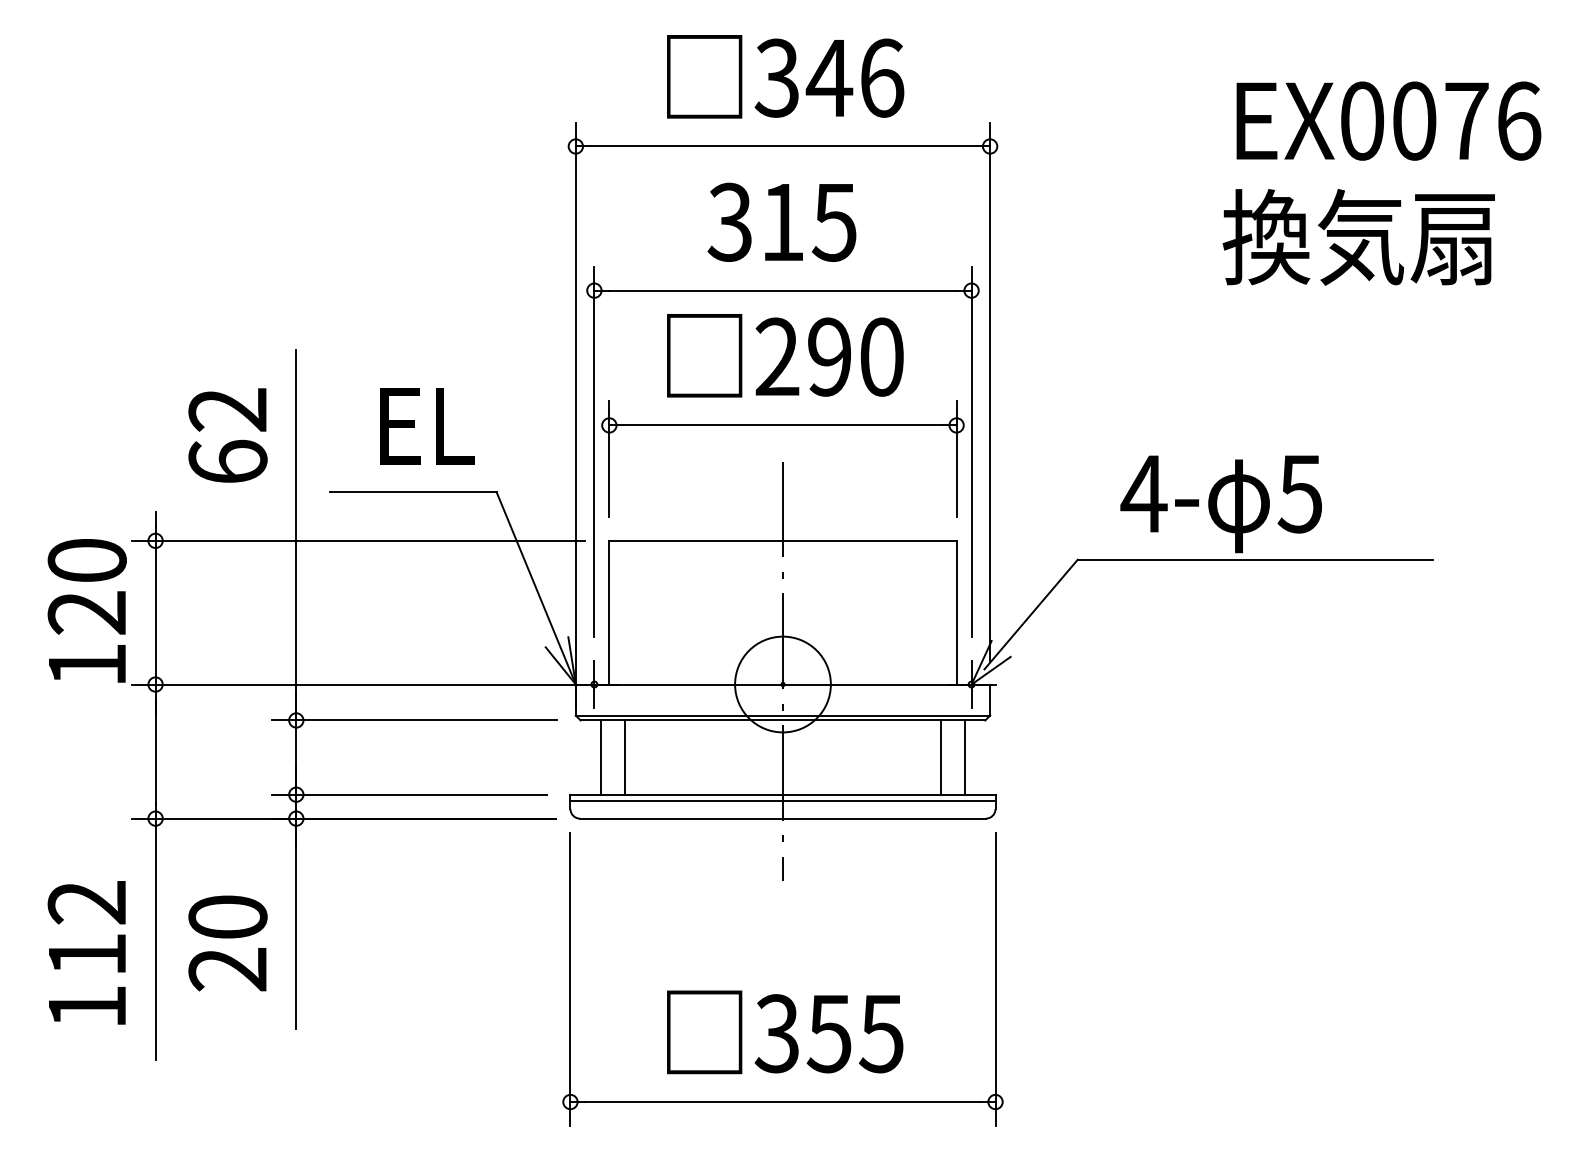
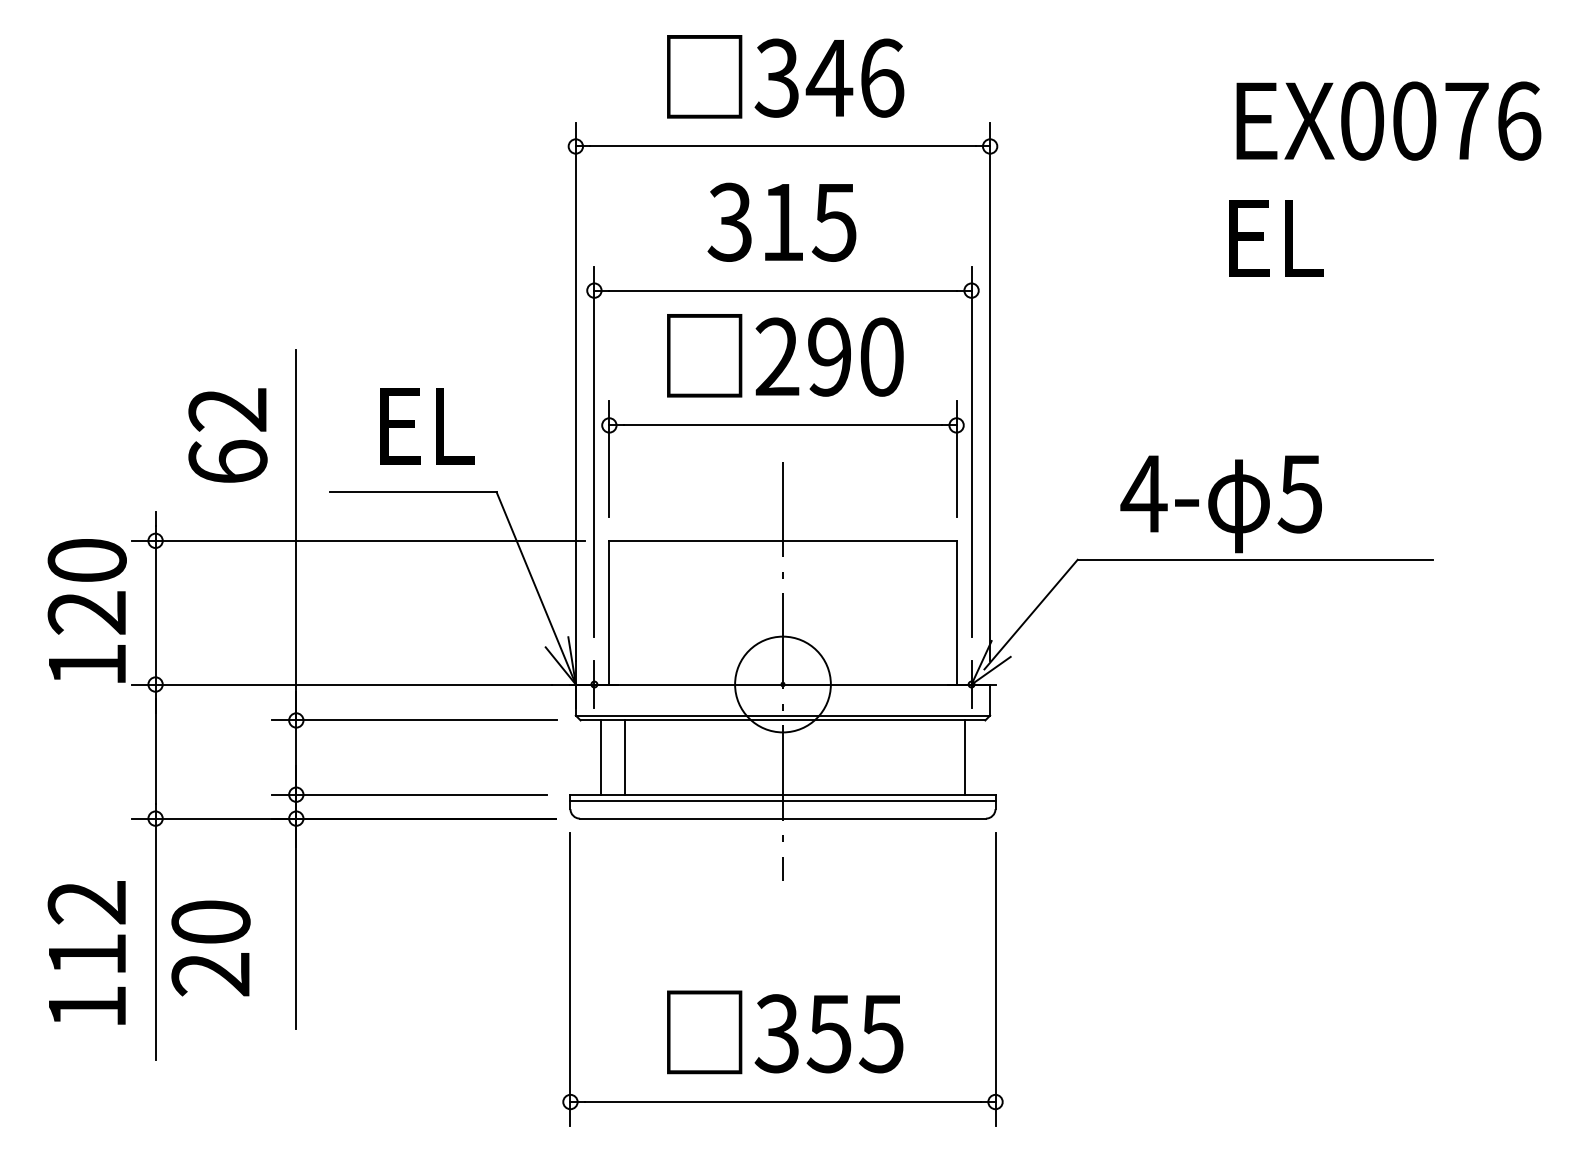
text at (1358, 237): 換気扇 -> EL
line at (941, 757): present -> none
text at (227, 943) position: (227, 943) -> (210, 948)
